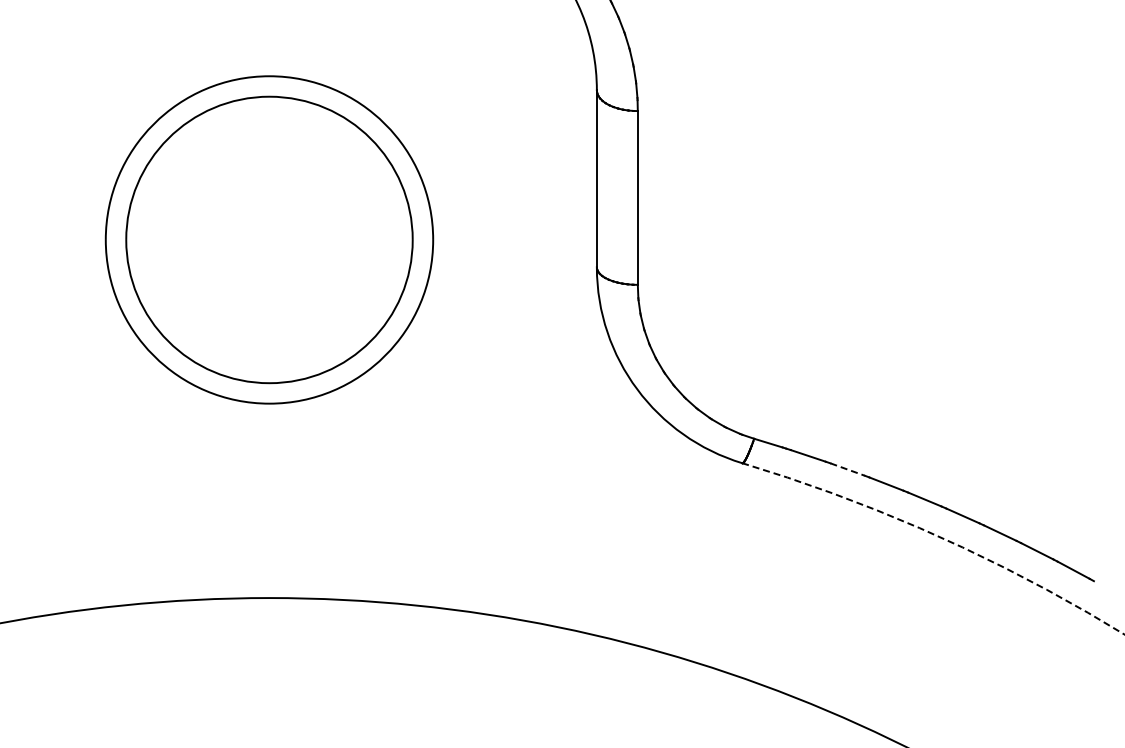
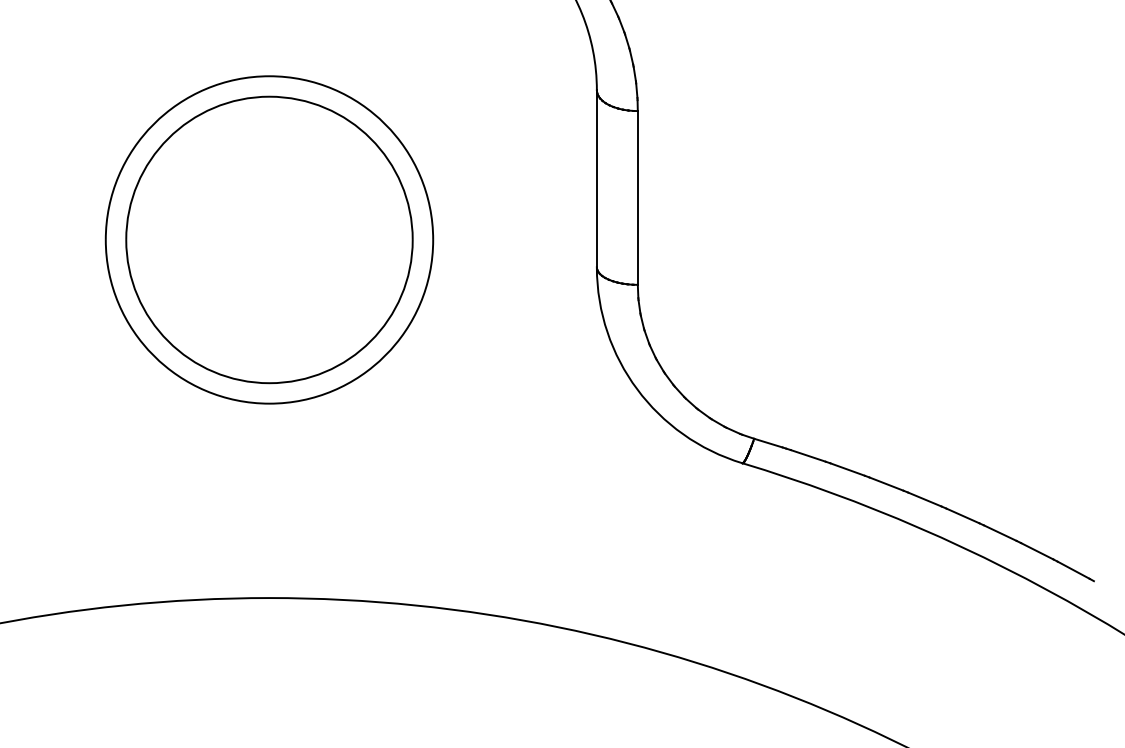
line at (848, 469): dashed -> solid
arc at (938, 536): dashed -> solid
